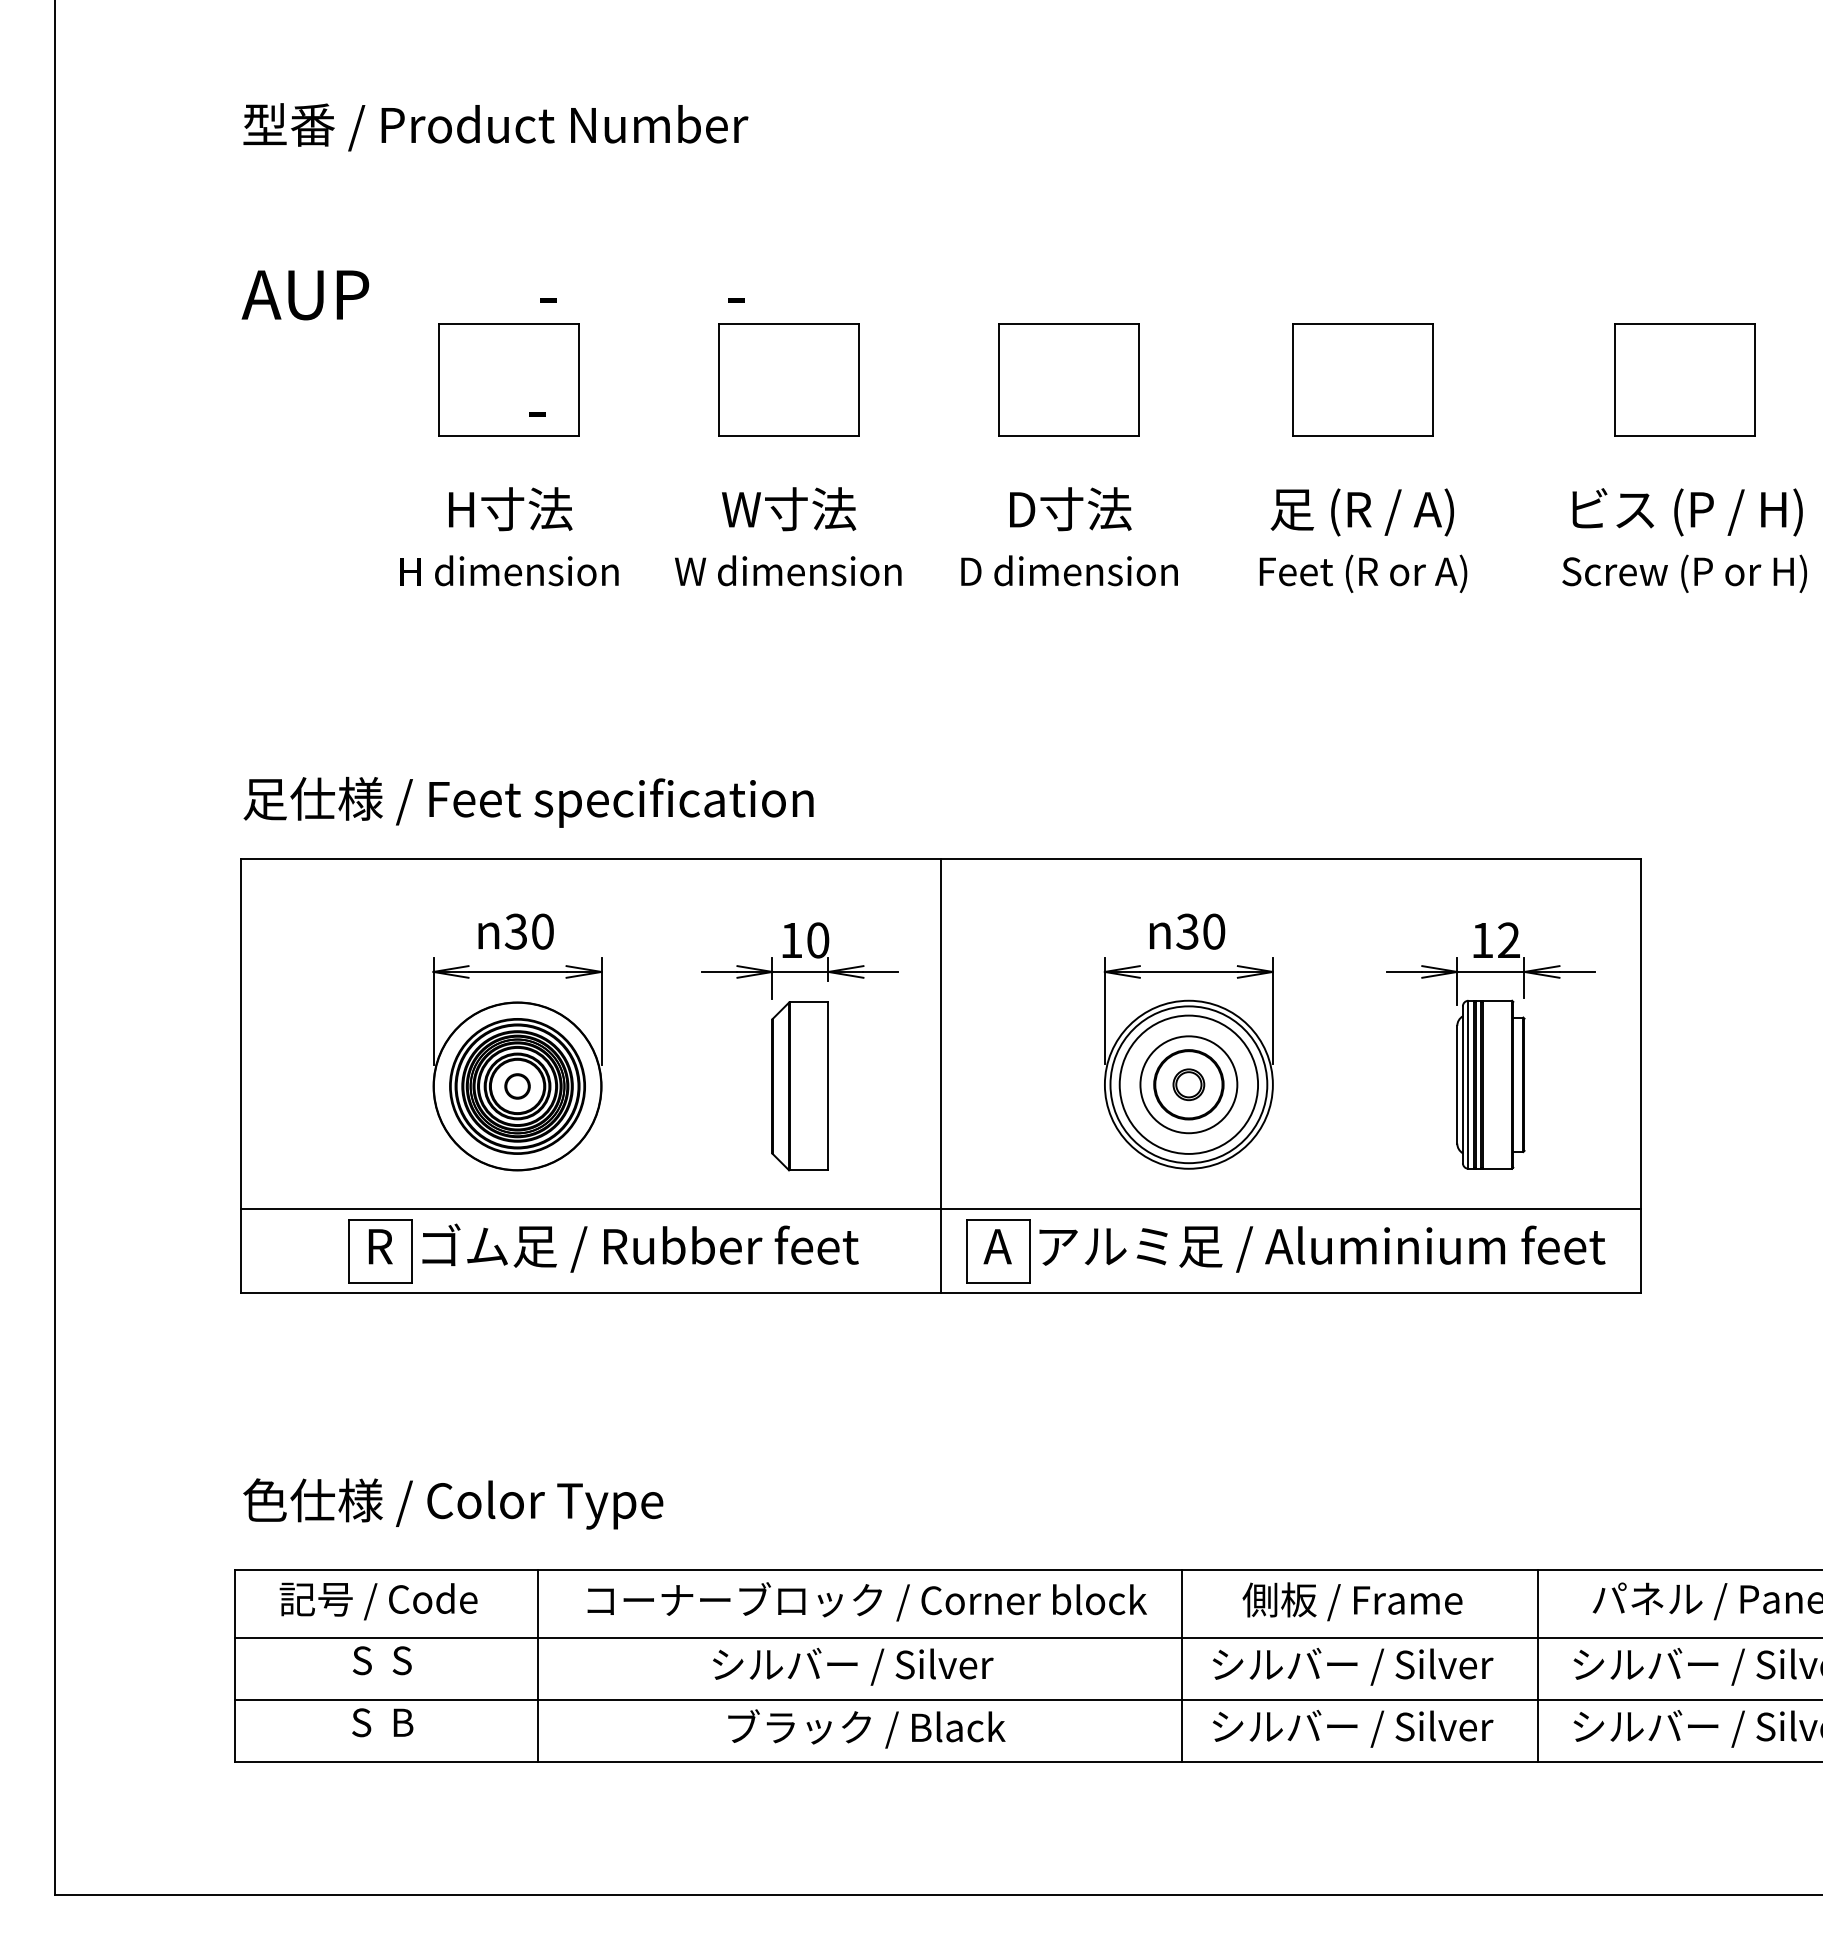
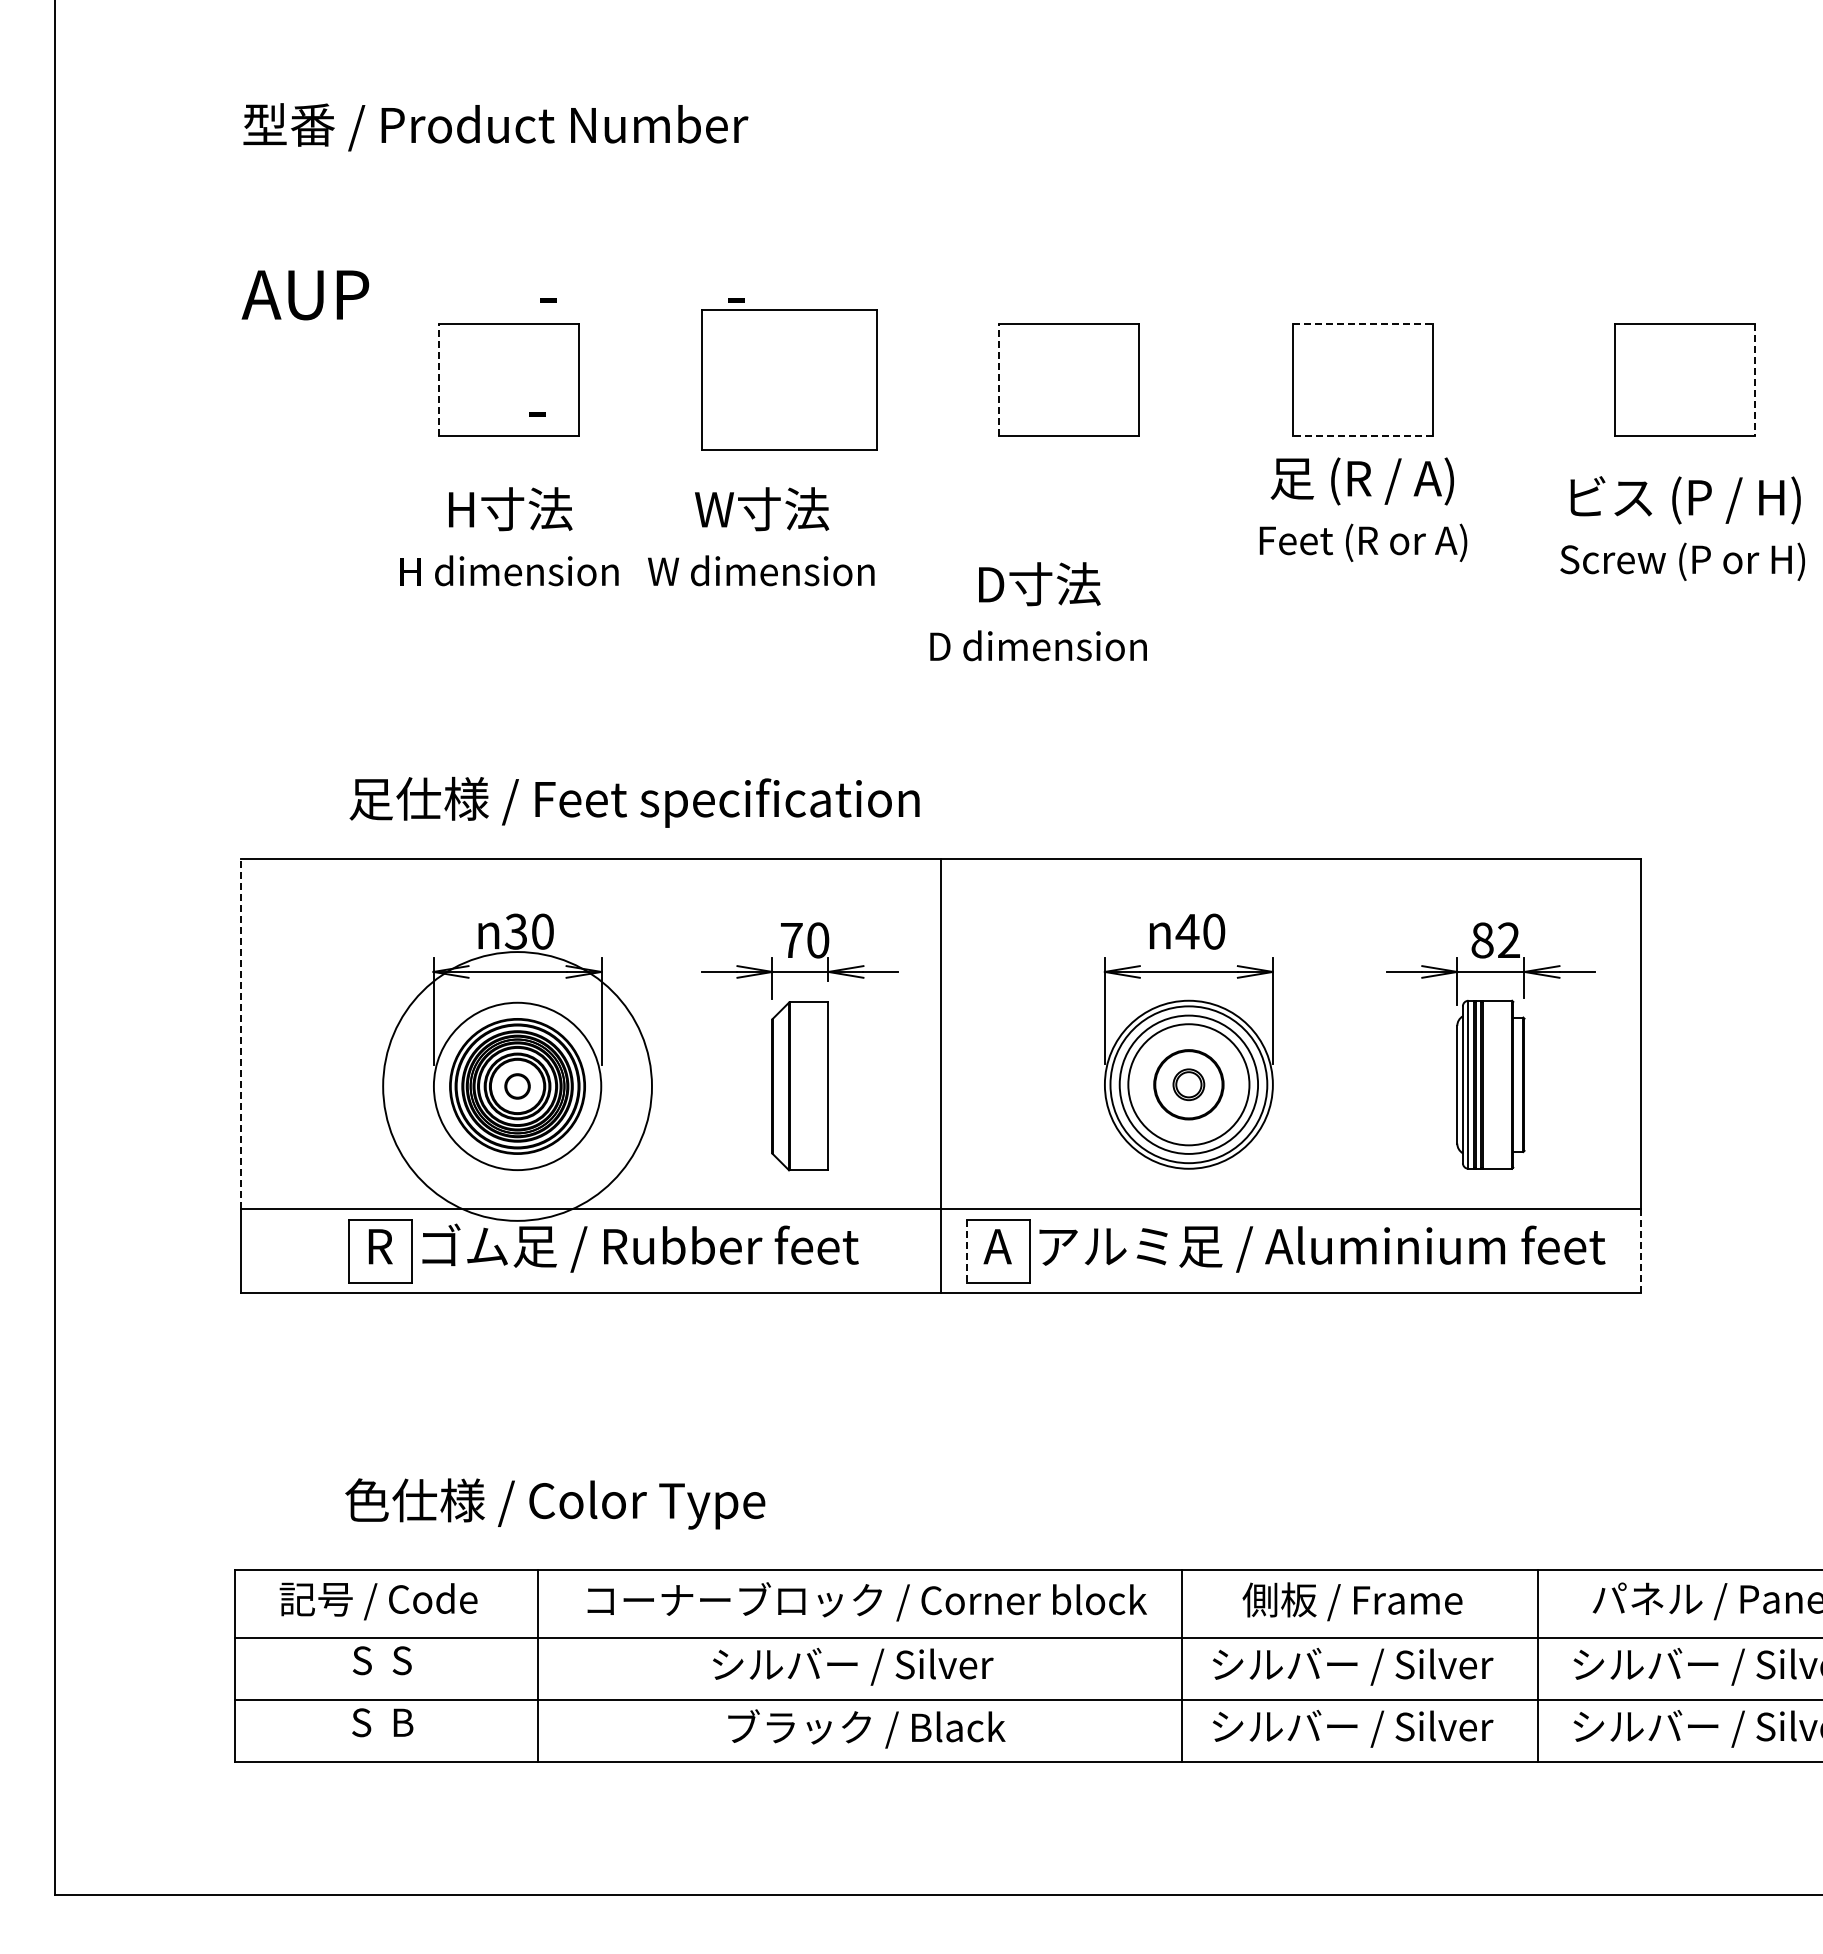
line at (1363, 324): solid -> dashed
line at (439, 379): solid -> dashed
part at (788, 379) size: 142x114 px -> 177x142 px
line at (999, 379): solid -> dashed
line at (1755, 380): solid -> dashed
line at (1362, 436): solid -> dashed
text at (788, 536) position: (788, 536) -> (761, 536)
text at (1069, 536) position: (1069, 536) -> (1038, 611)
text at (1363, 540) position: (1363, 540) -> (1363, 509)
text at (1684, 540) position: (1684, 540) -> (1682, 528)
text at (528, 801) position: (528, 801) -> (634, 801)
text at (1187, 931): 30 -> 40
text at (791, 940): 10 -> 70
text at (1482, 940): 12 -> 82
line at (241, 1033): solid -> dashed
circle at (1188, 1084) diameter: 97 px -> 121 px
circle at (517, 1086) diameter: 168 px -> 269 px
line at (966, 1251): solid -> dashed
line at (1641, 1251): solid -> dashed
text at (453, 1503) position: (453, 1503) -> (555, 1503)
